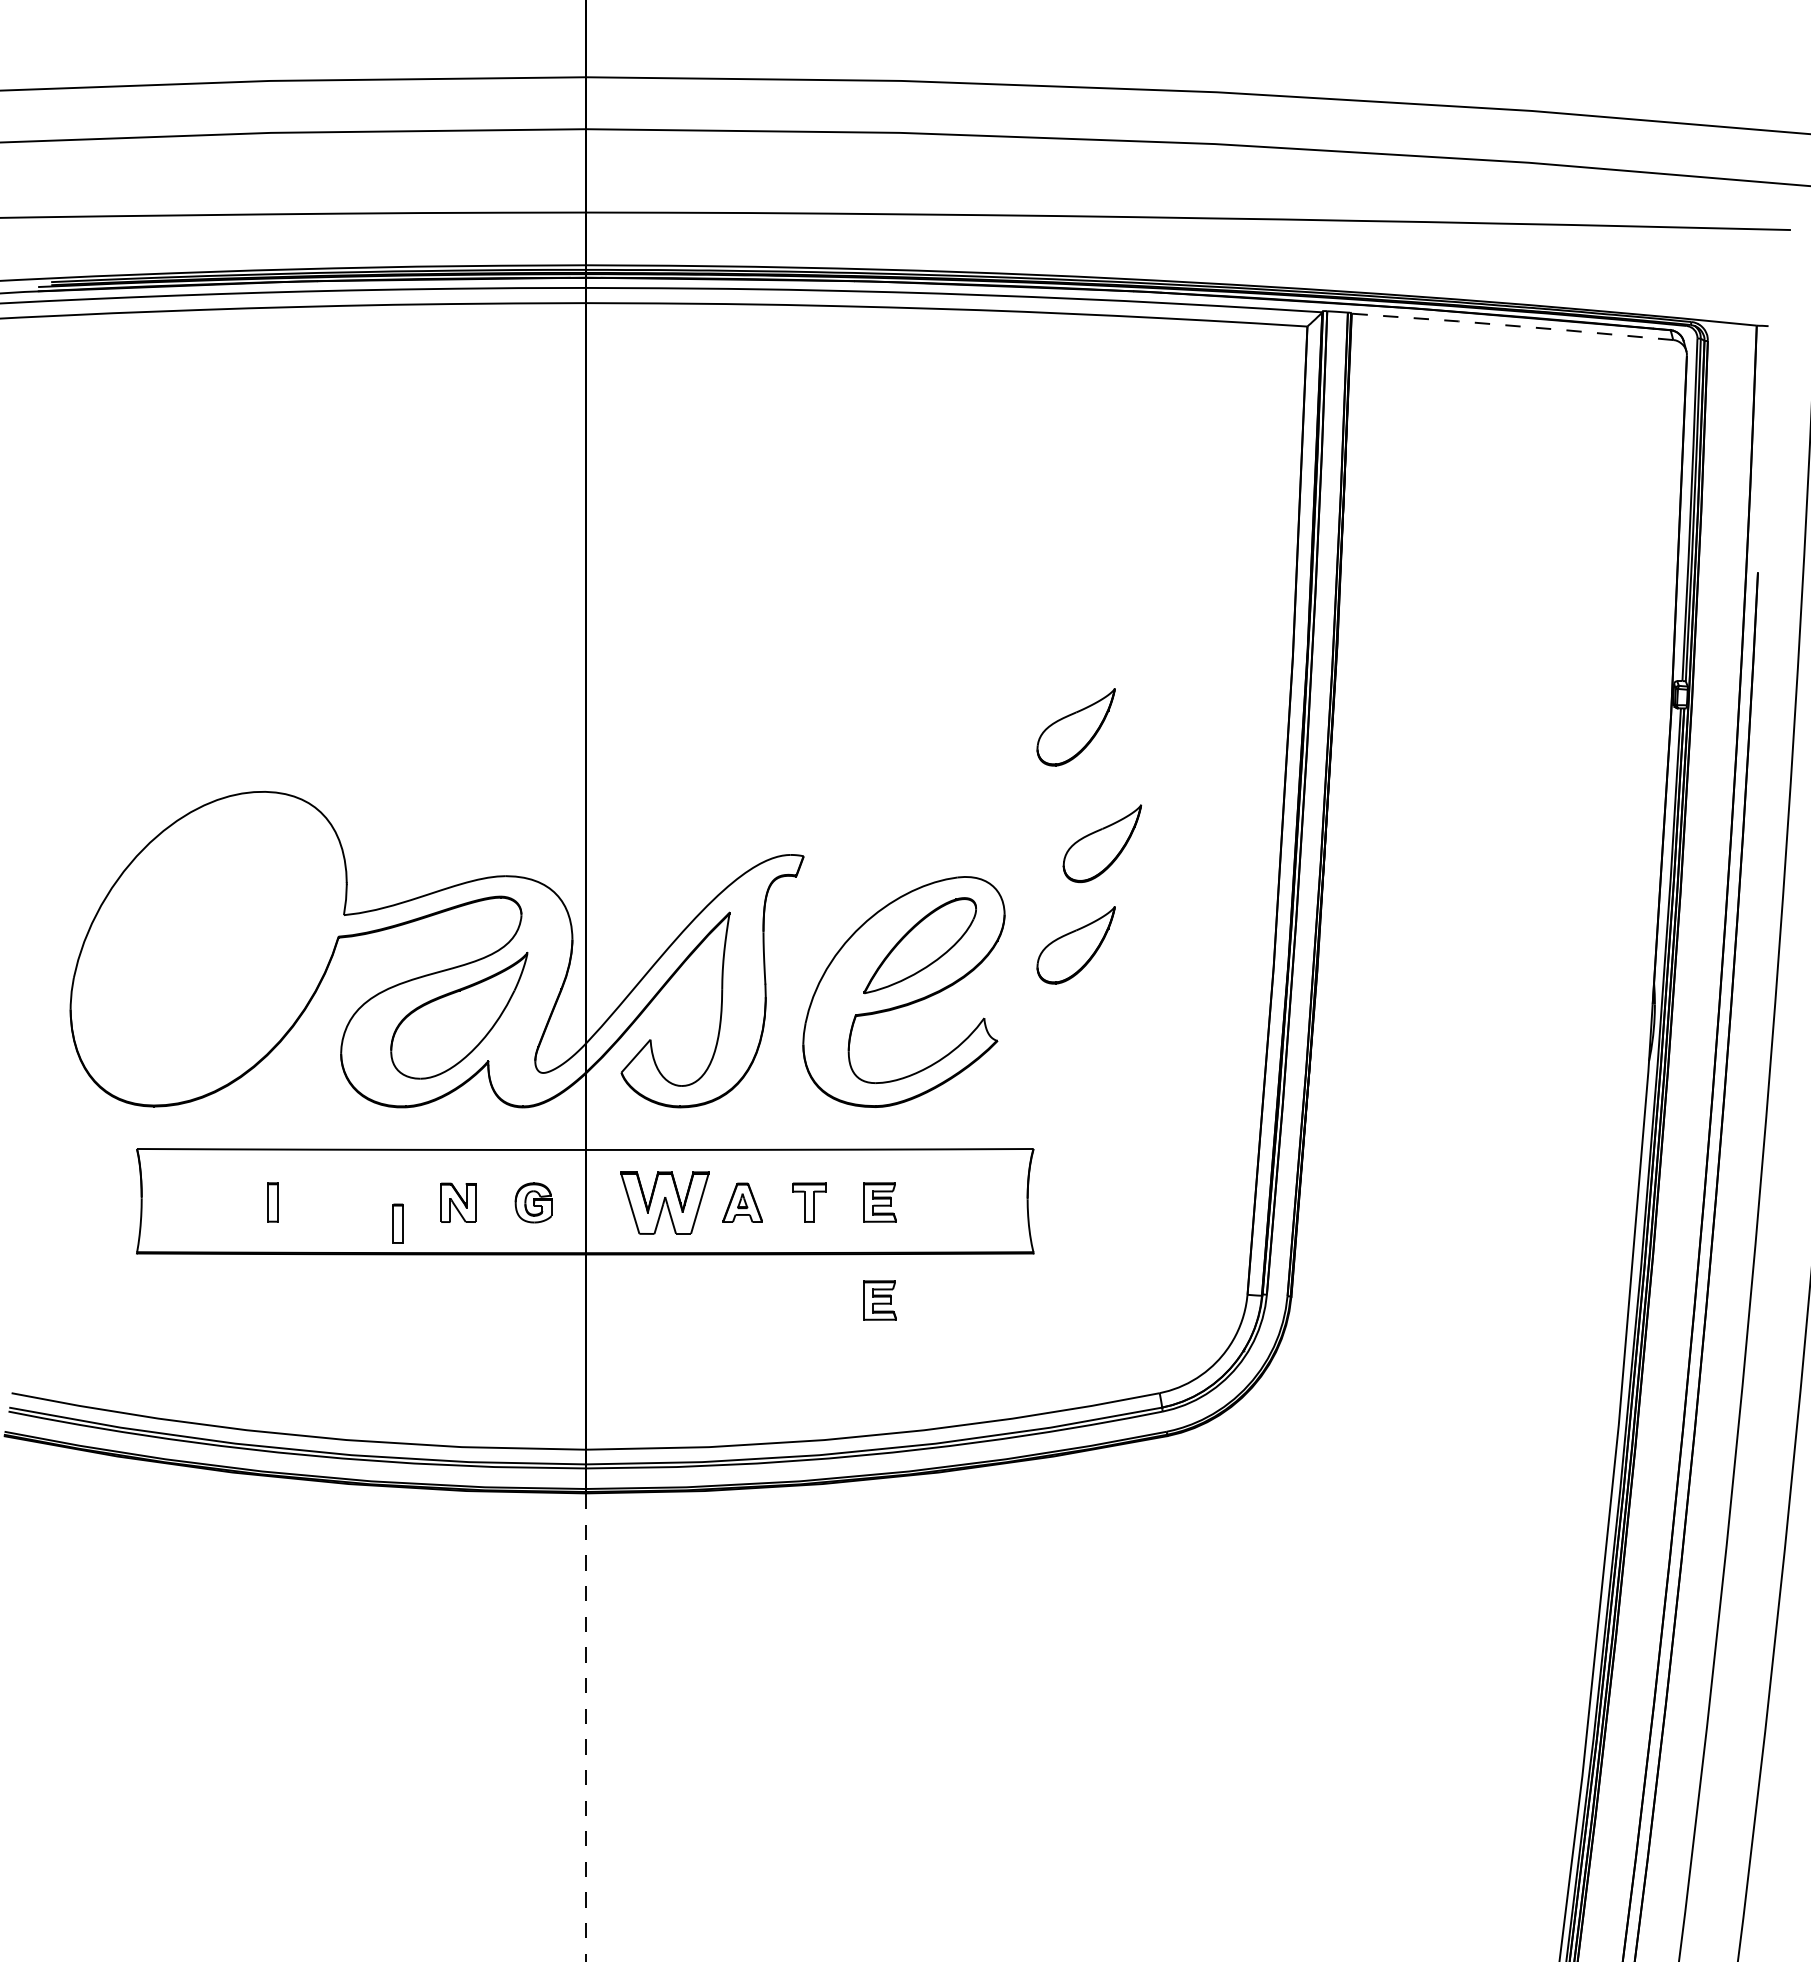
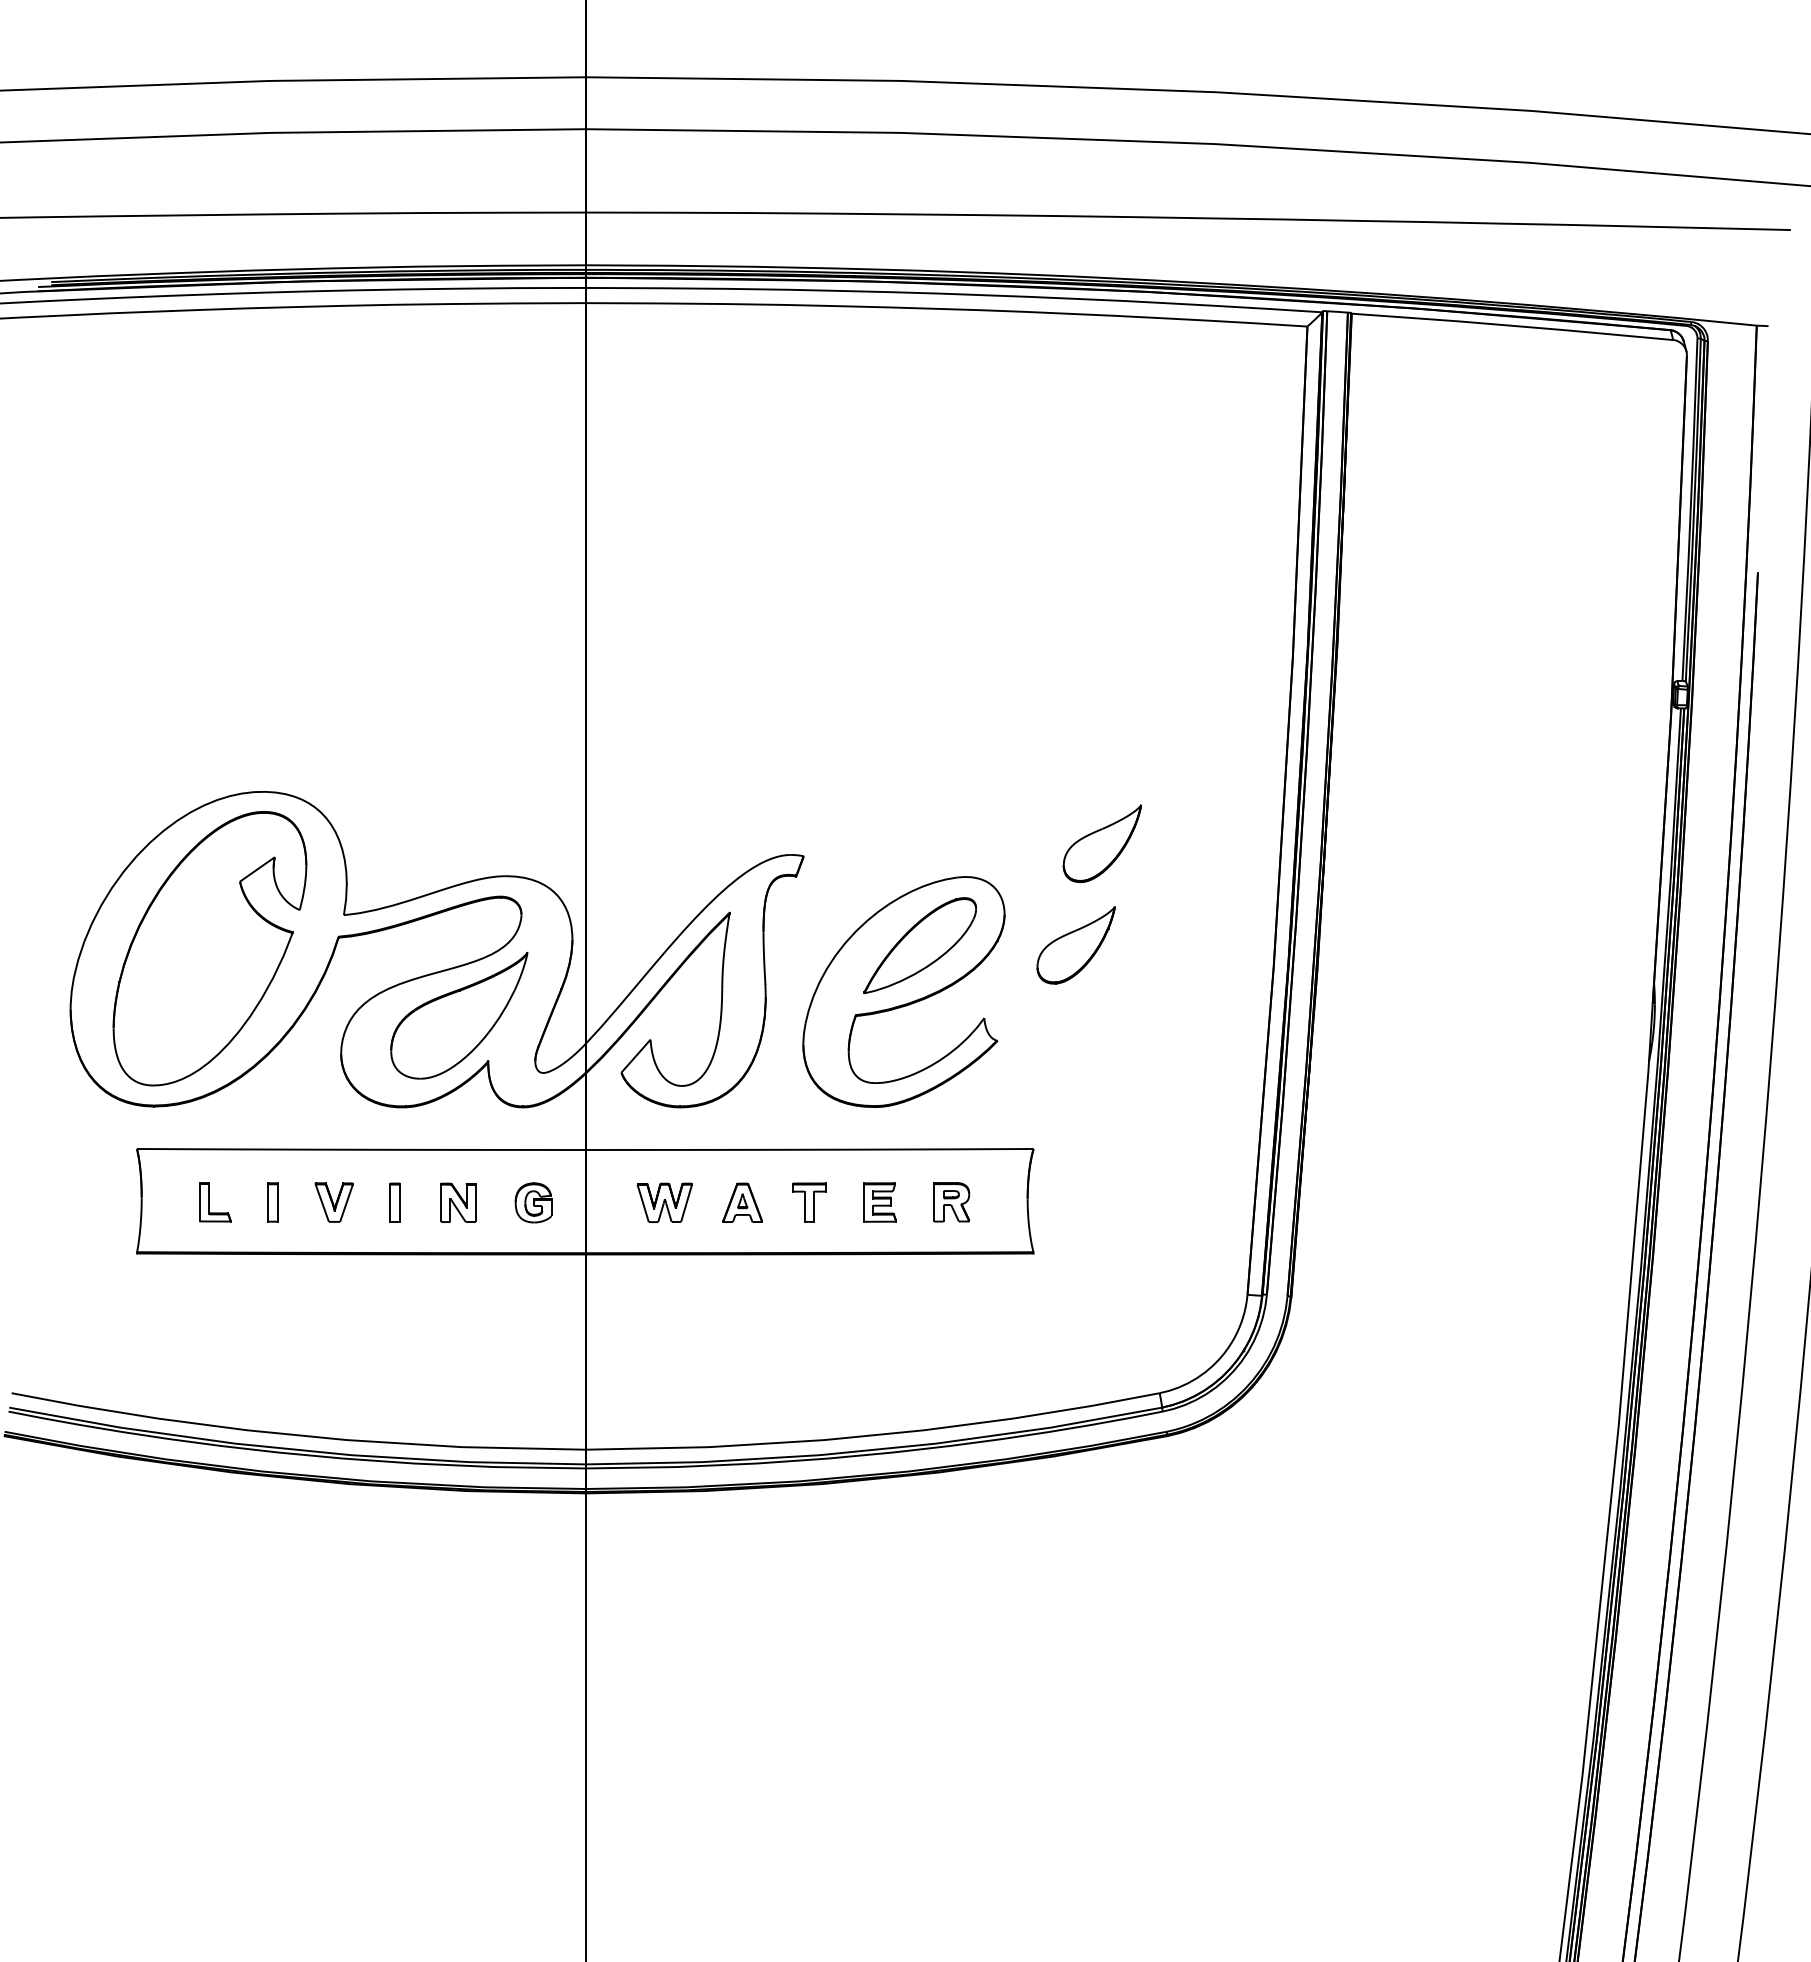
line at (1512, 325): dashed -> solid
part at (1075, 727): present -> none
part at (209, 948): none -> present
part at (215, 1202): none -> present
part at (333, 1202): none -> present
part at (664, 1202) size: 90x64 px -> 57x41 px
part at (951, 1202): none -> present
part at (397, 1223) position: (397, 1223) -> (394, 1202)
part at (879, 1300): present -> none
line at (585, 1727): dashed -> solid
